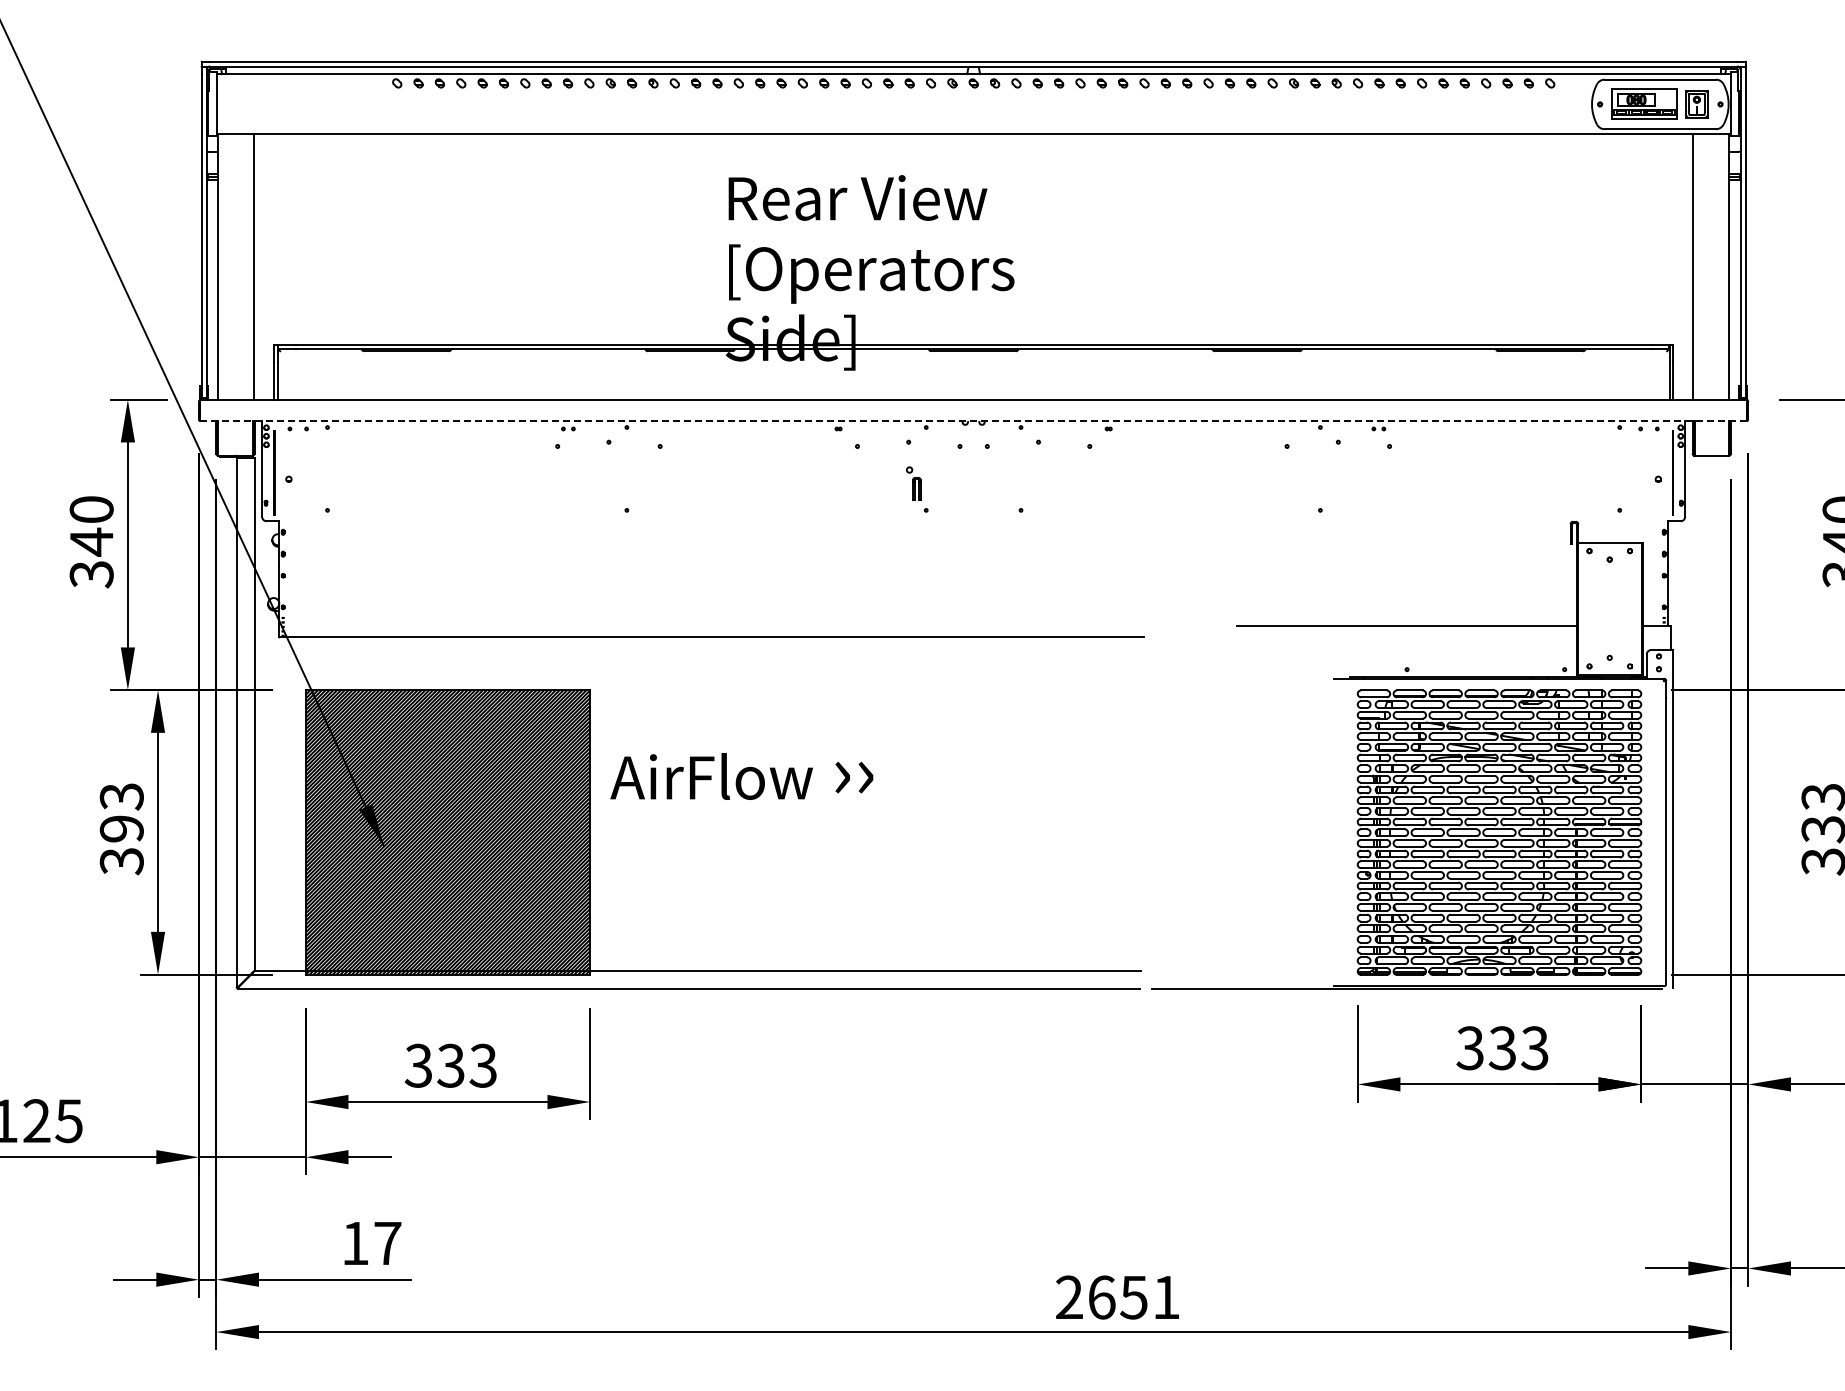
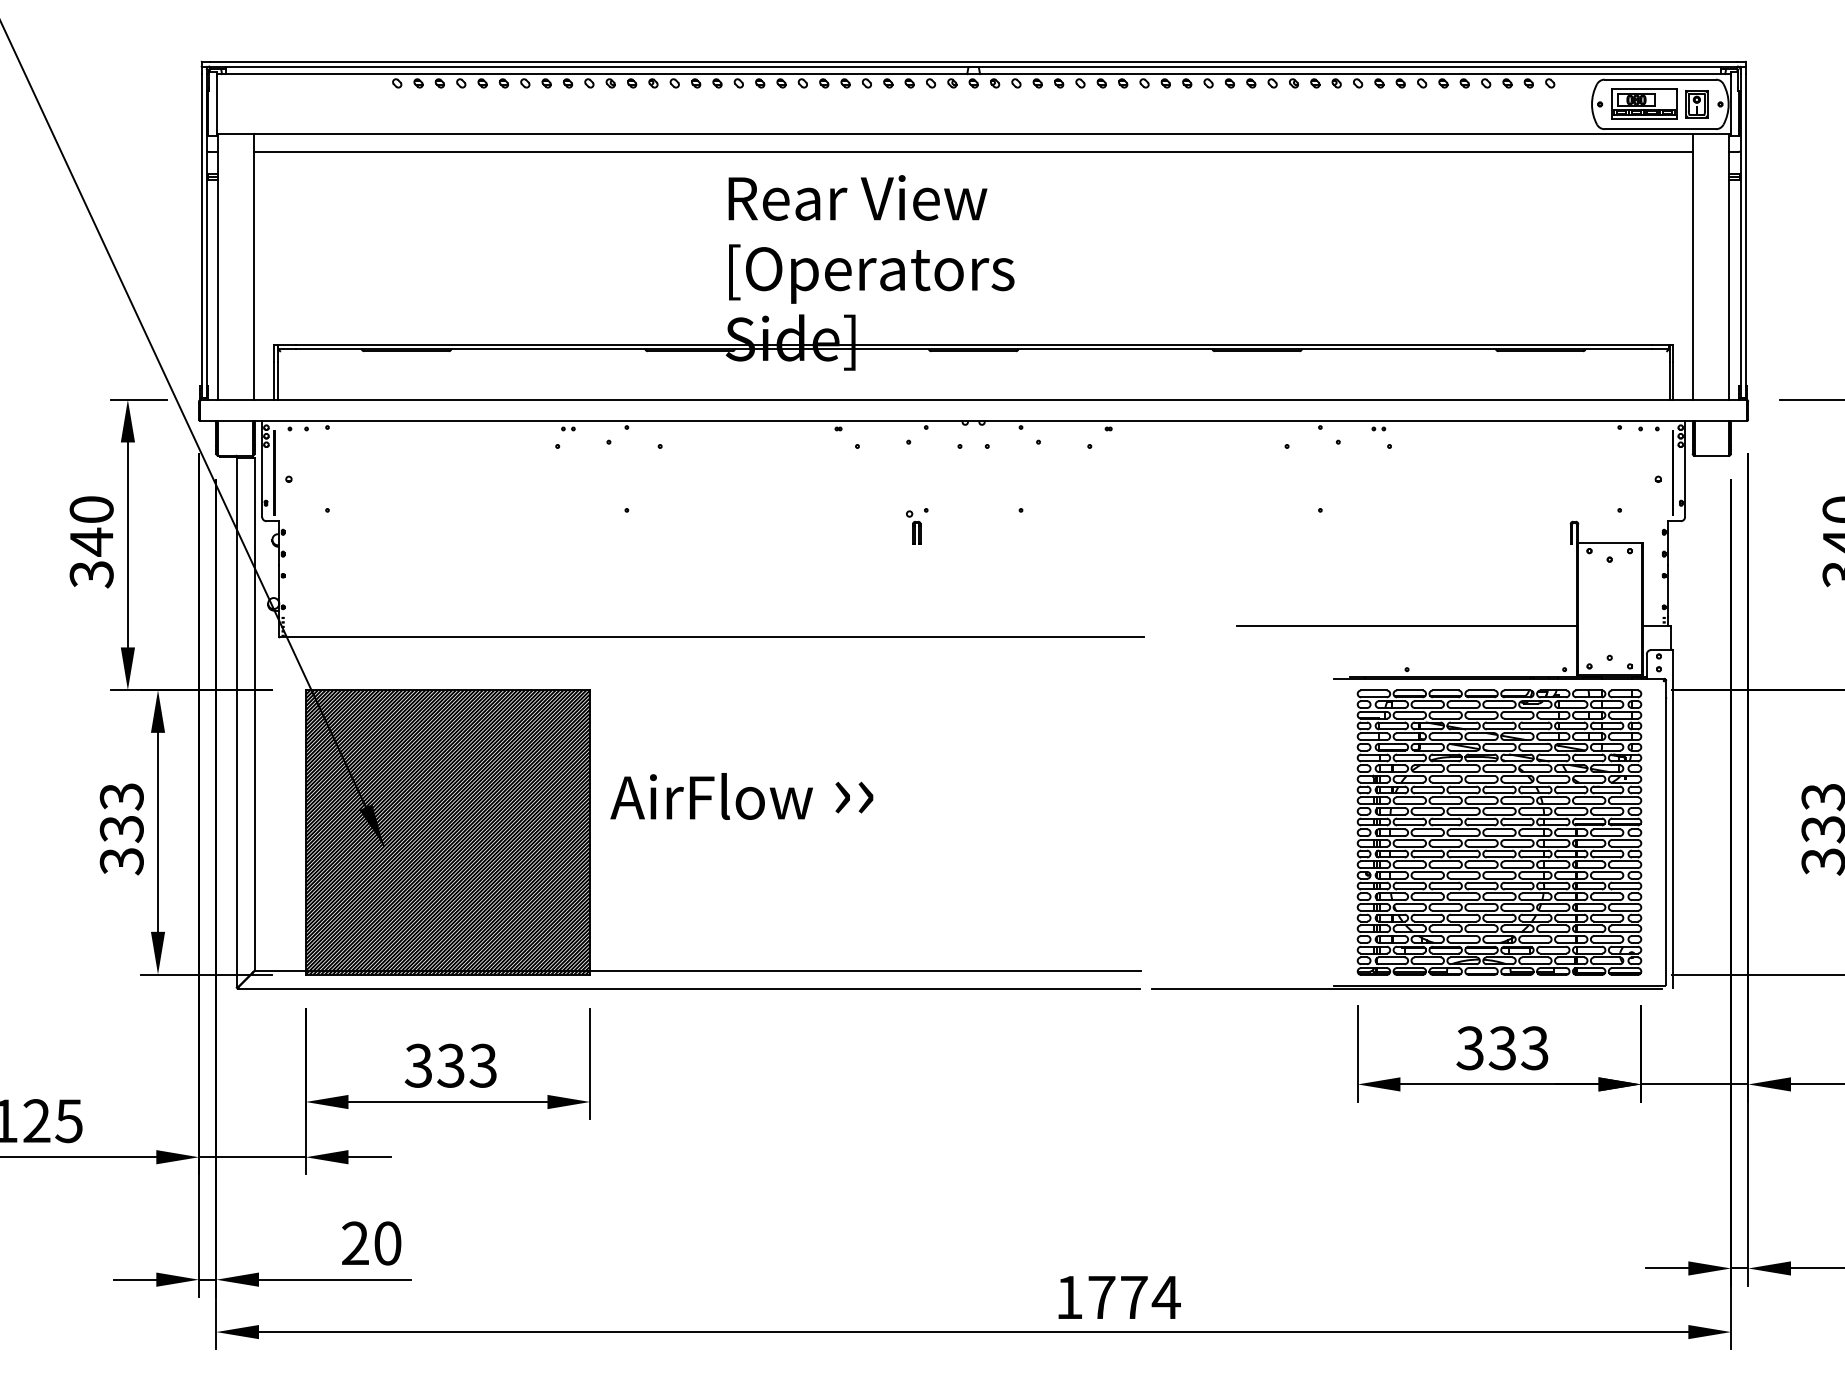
line at (973, 152): none -> present
line at (973, 421): dashed -> solid
part at (913, 483) position: (913, 483) -> (913, 527)
text at (741, 776) position: (741, 776) -> (741, 796)
text at (121, 829): 393 -> 333
text at (371, 1243): 17 -> 20
text at (1118, 1297): 2651 -> 1774
